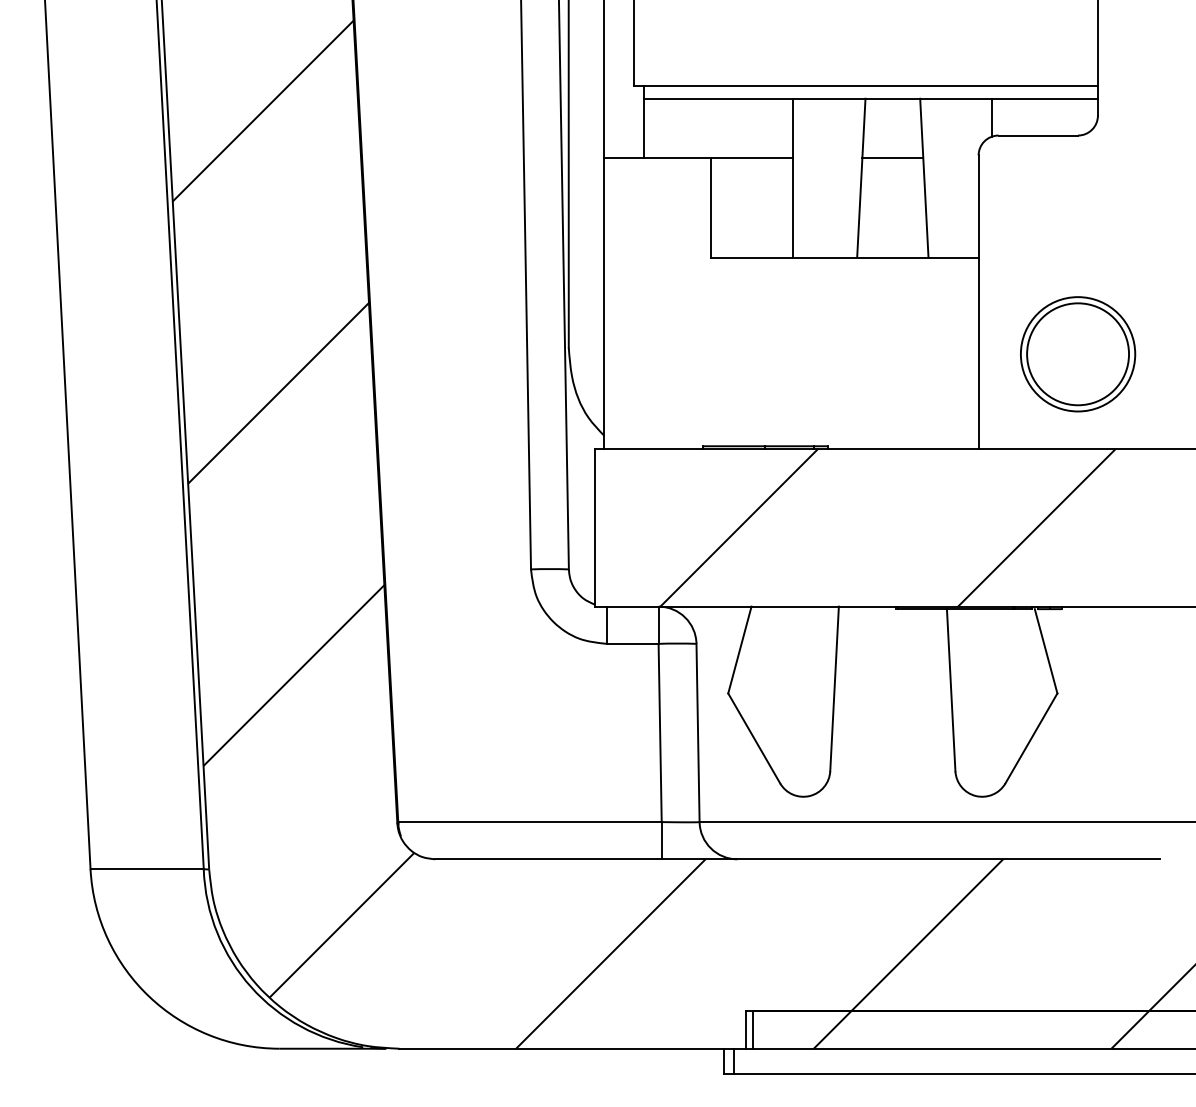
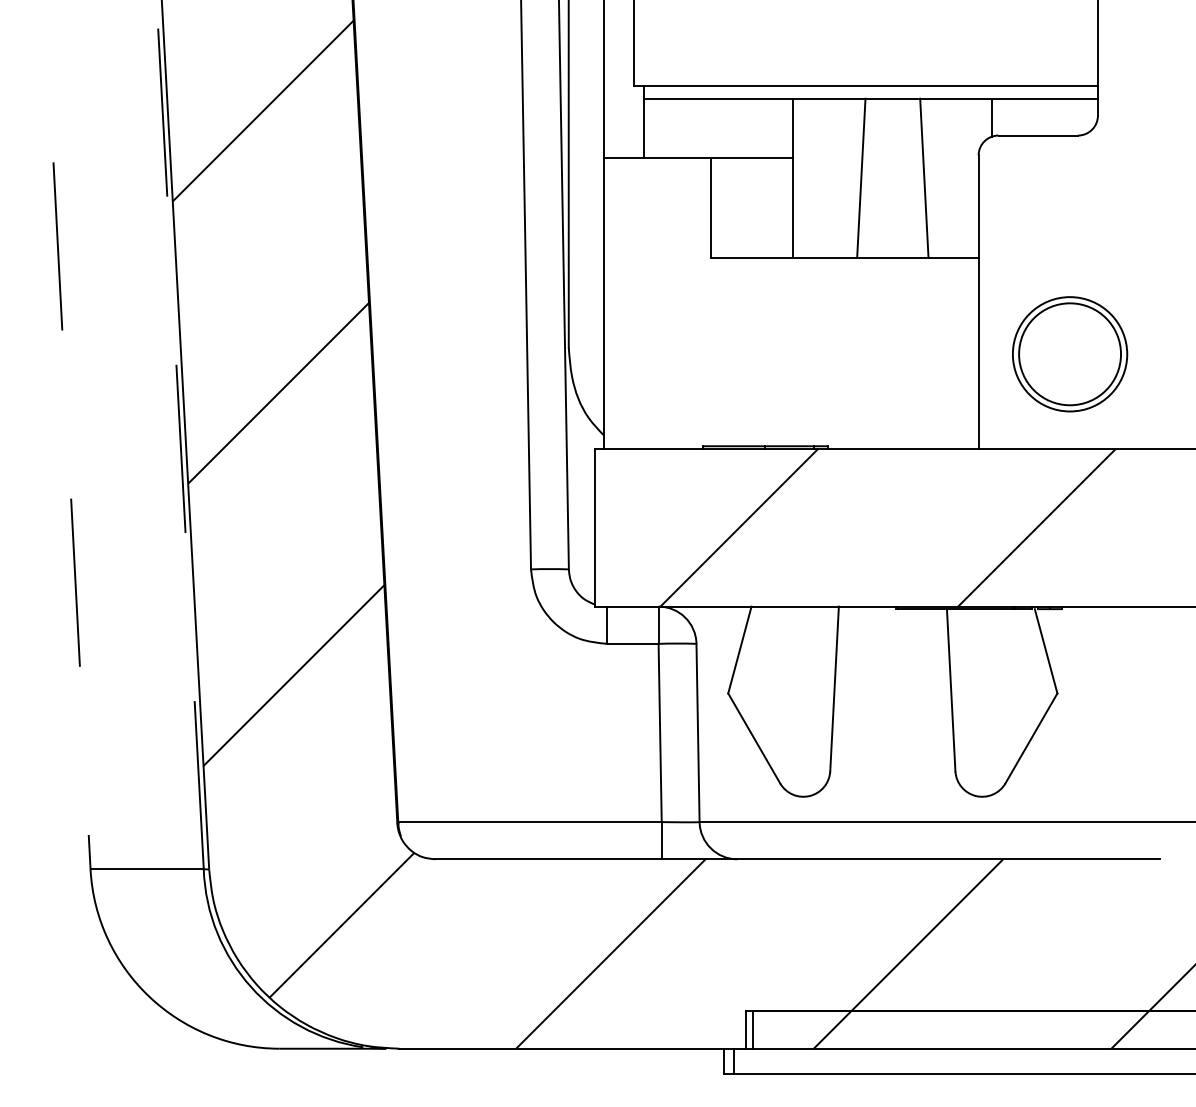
line at (892, 158): present -> none
part at (1078, 354) position: (1078, 354) -> (1070, 354)
line at (67, 434): solid -> dashed
line at (180, 434): solid -> dashed
